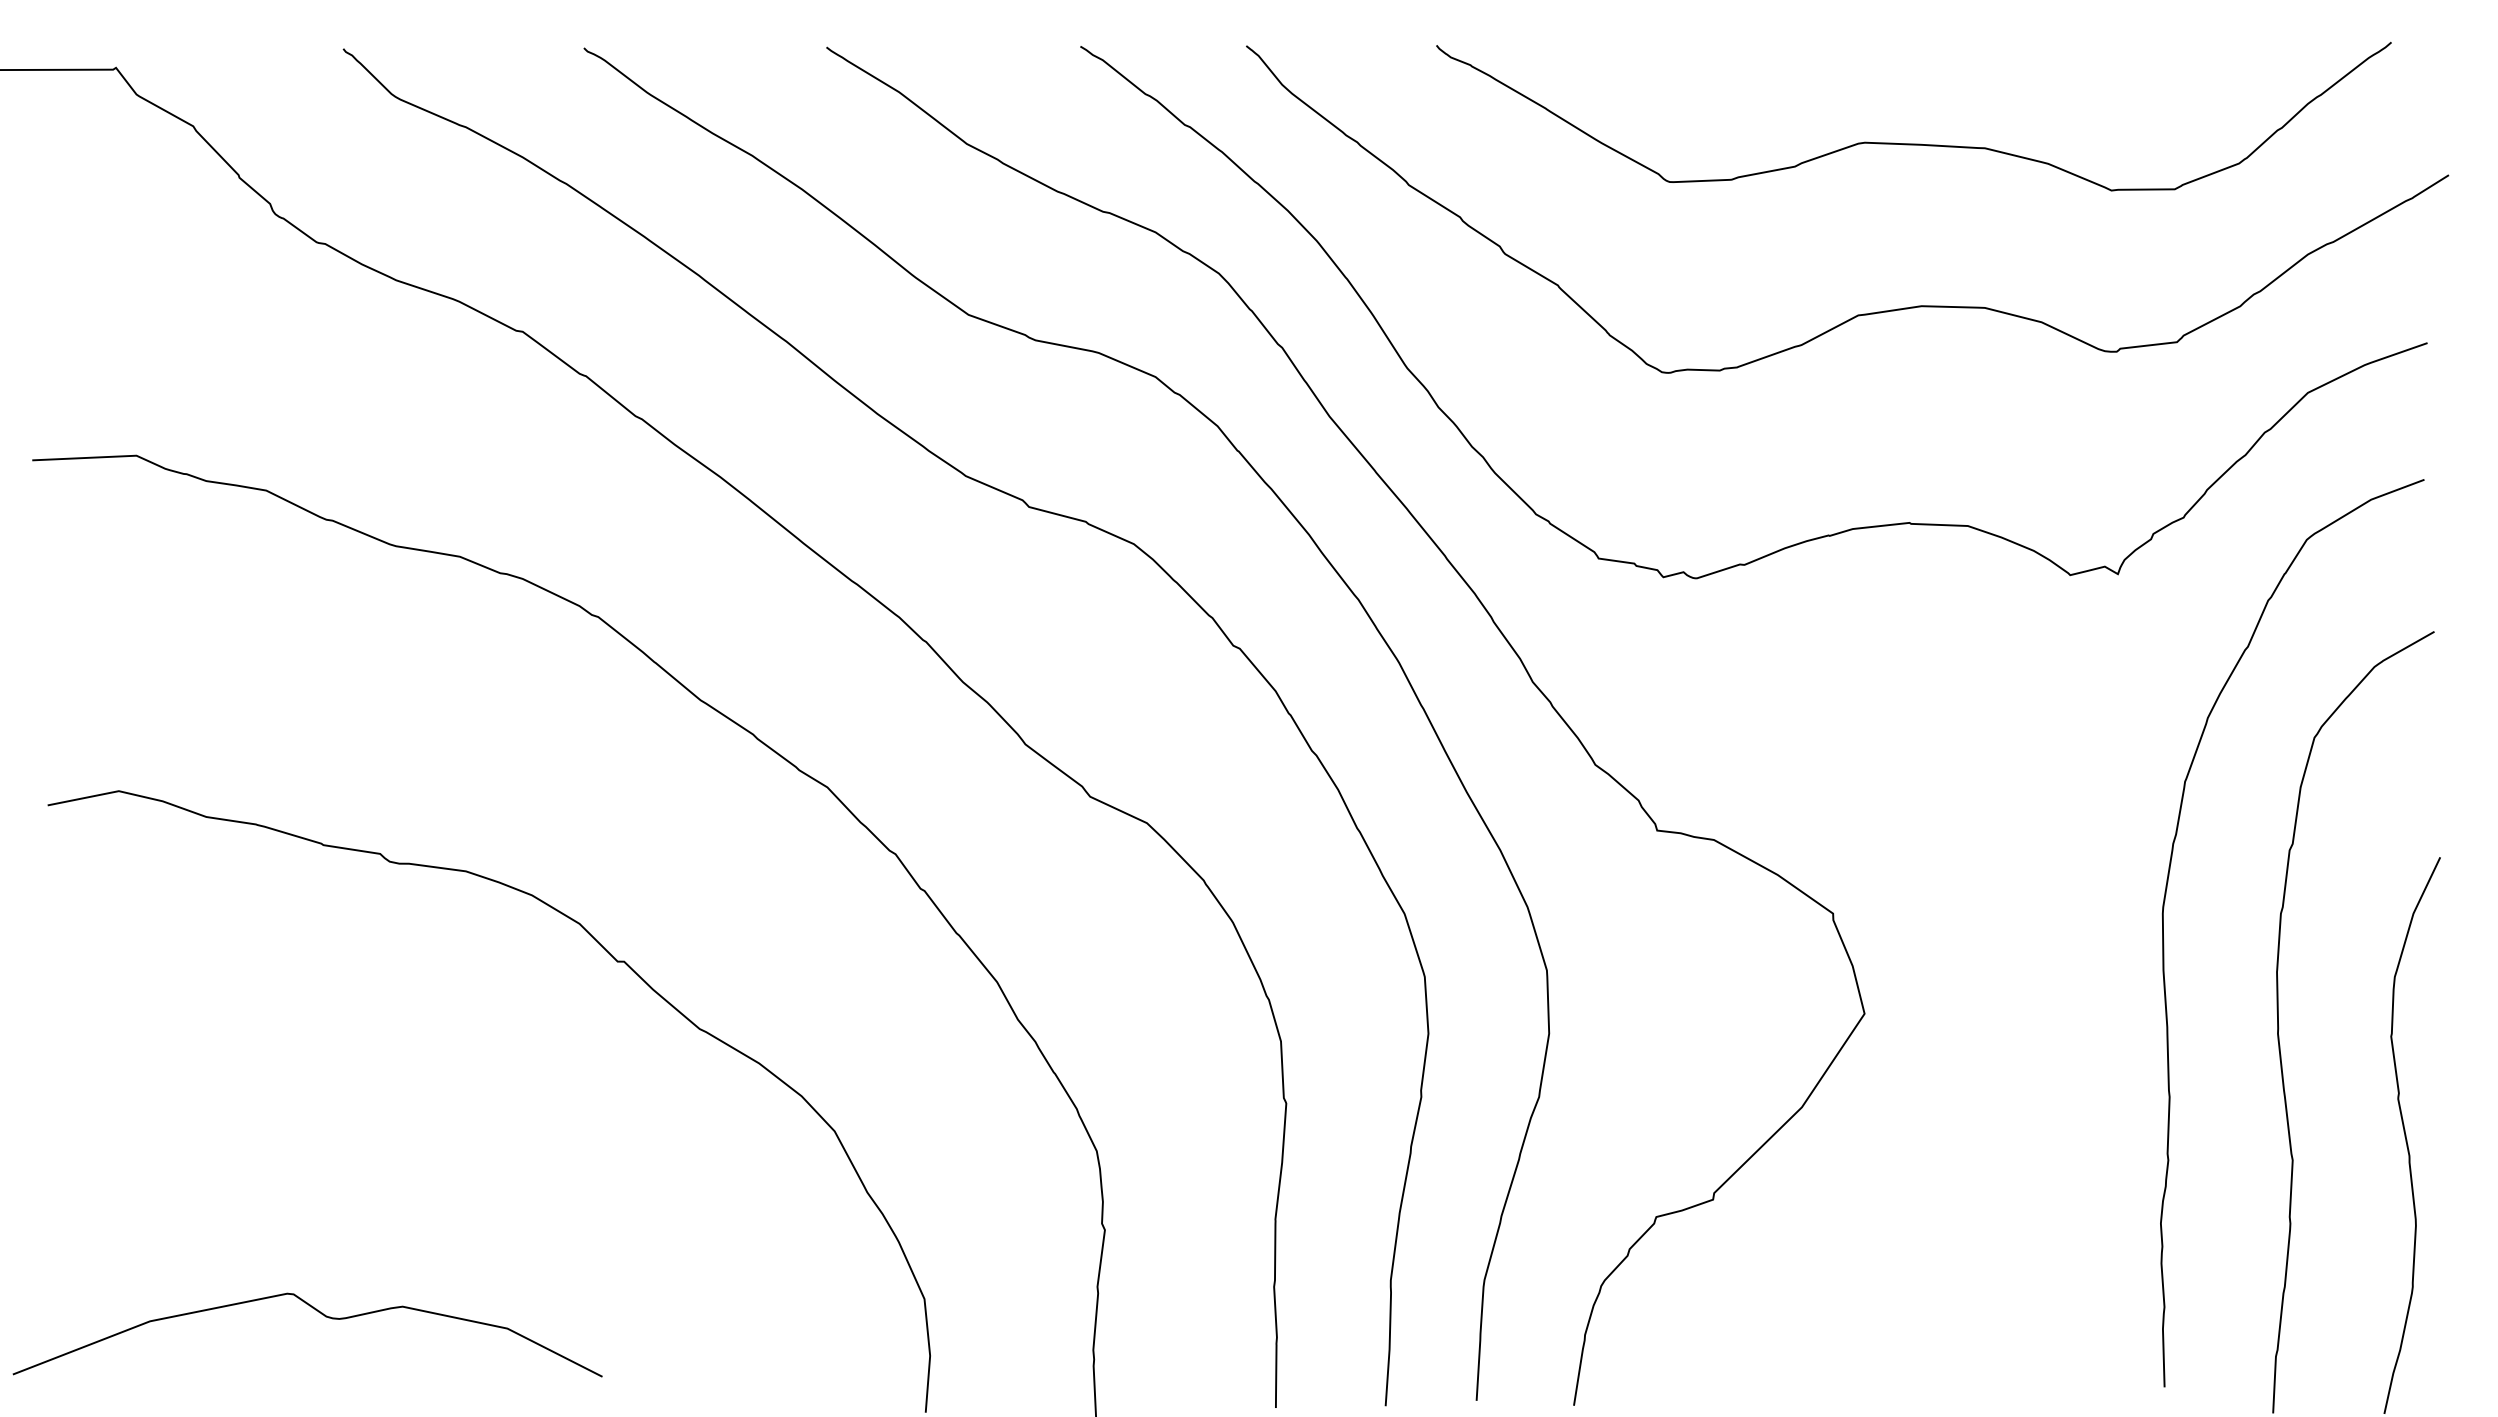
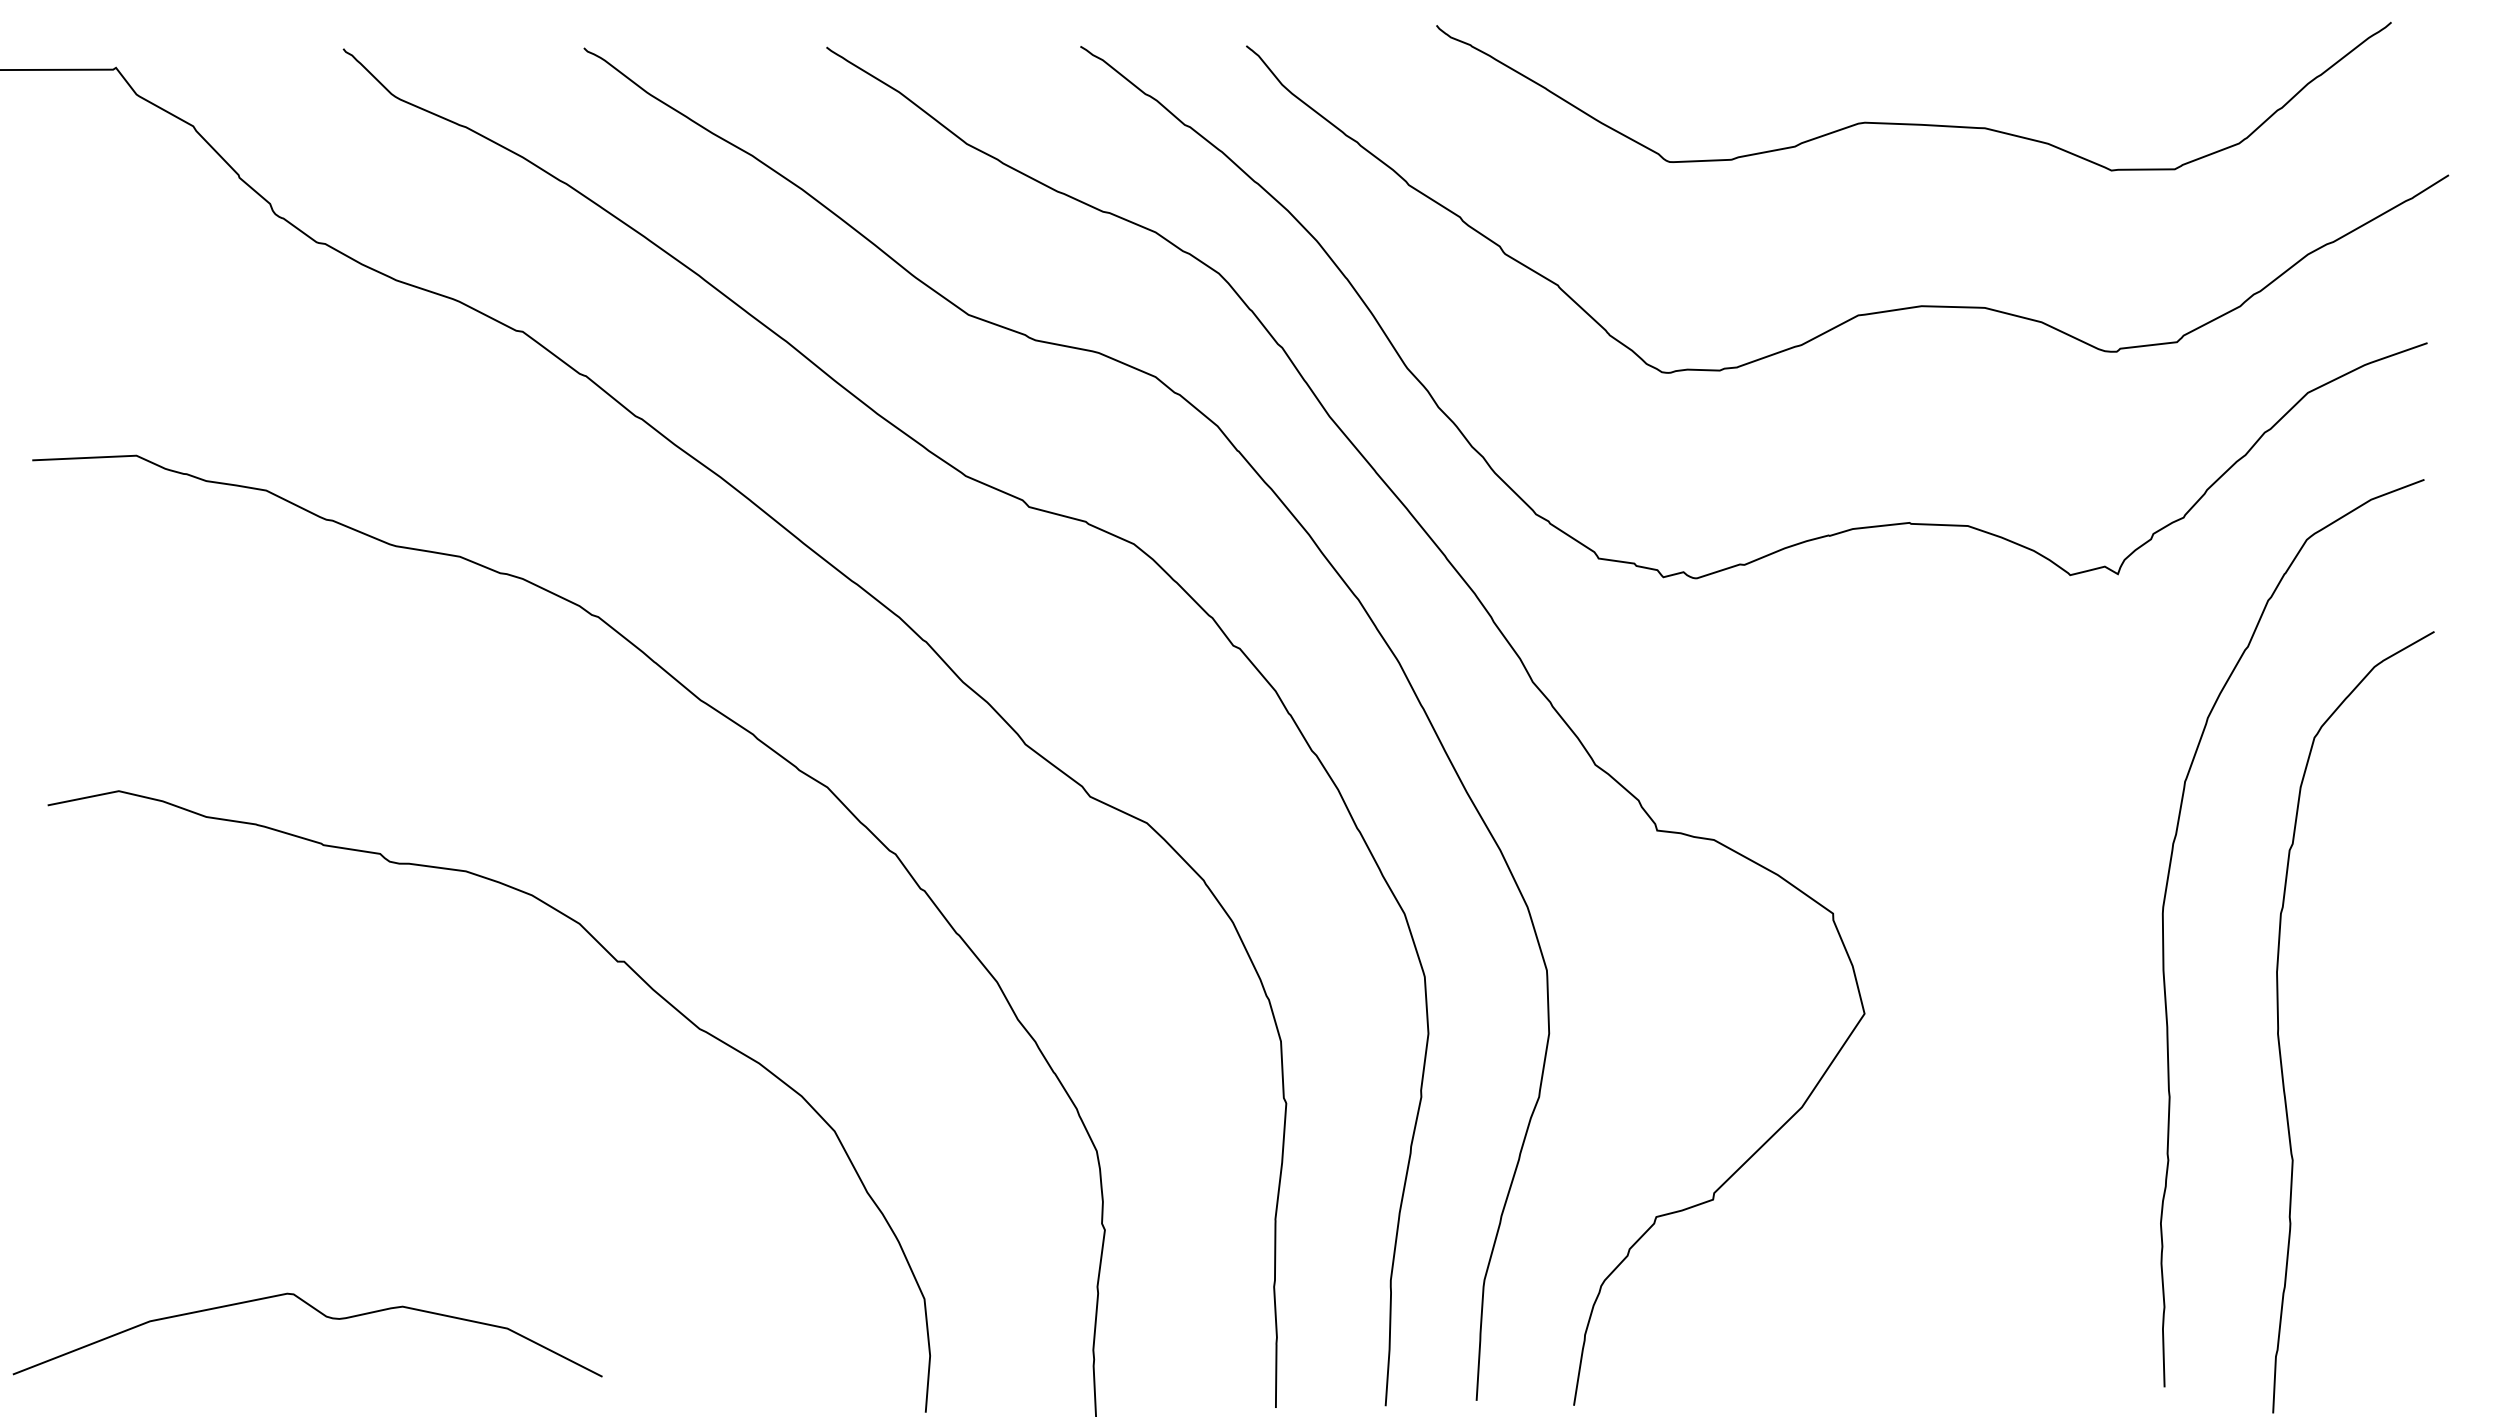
curve at (1913, 143) position: (1913, 143) -> (1913, 123)
curve at (2406, 1135): present -> none
